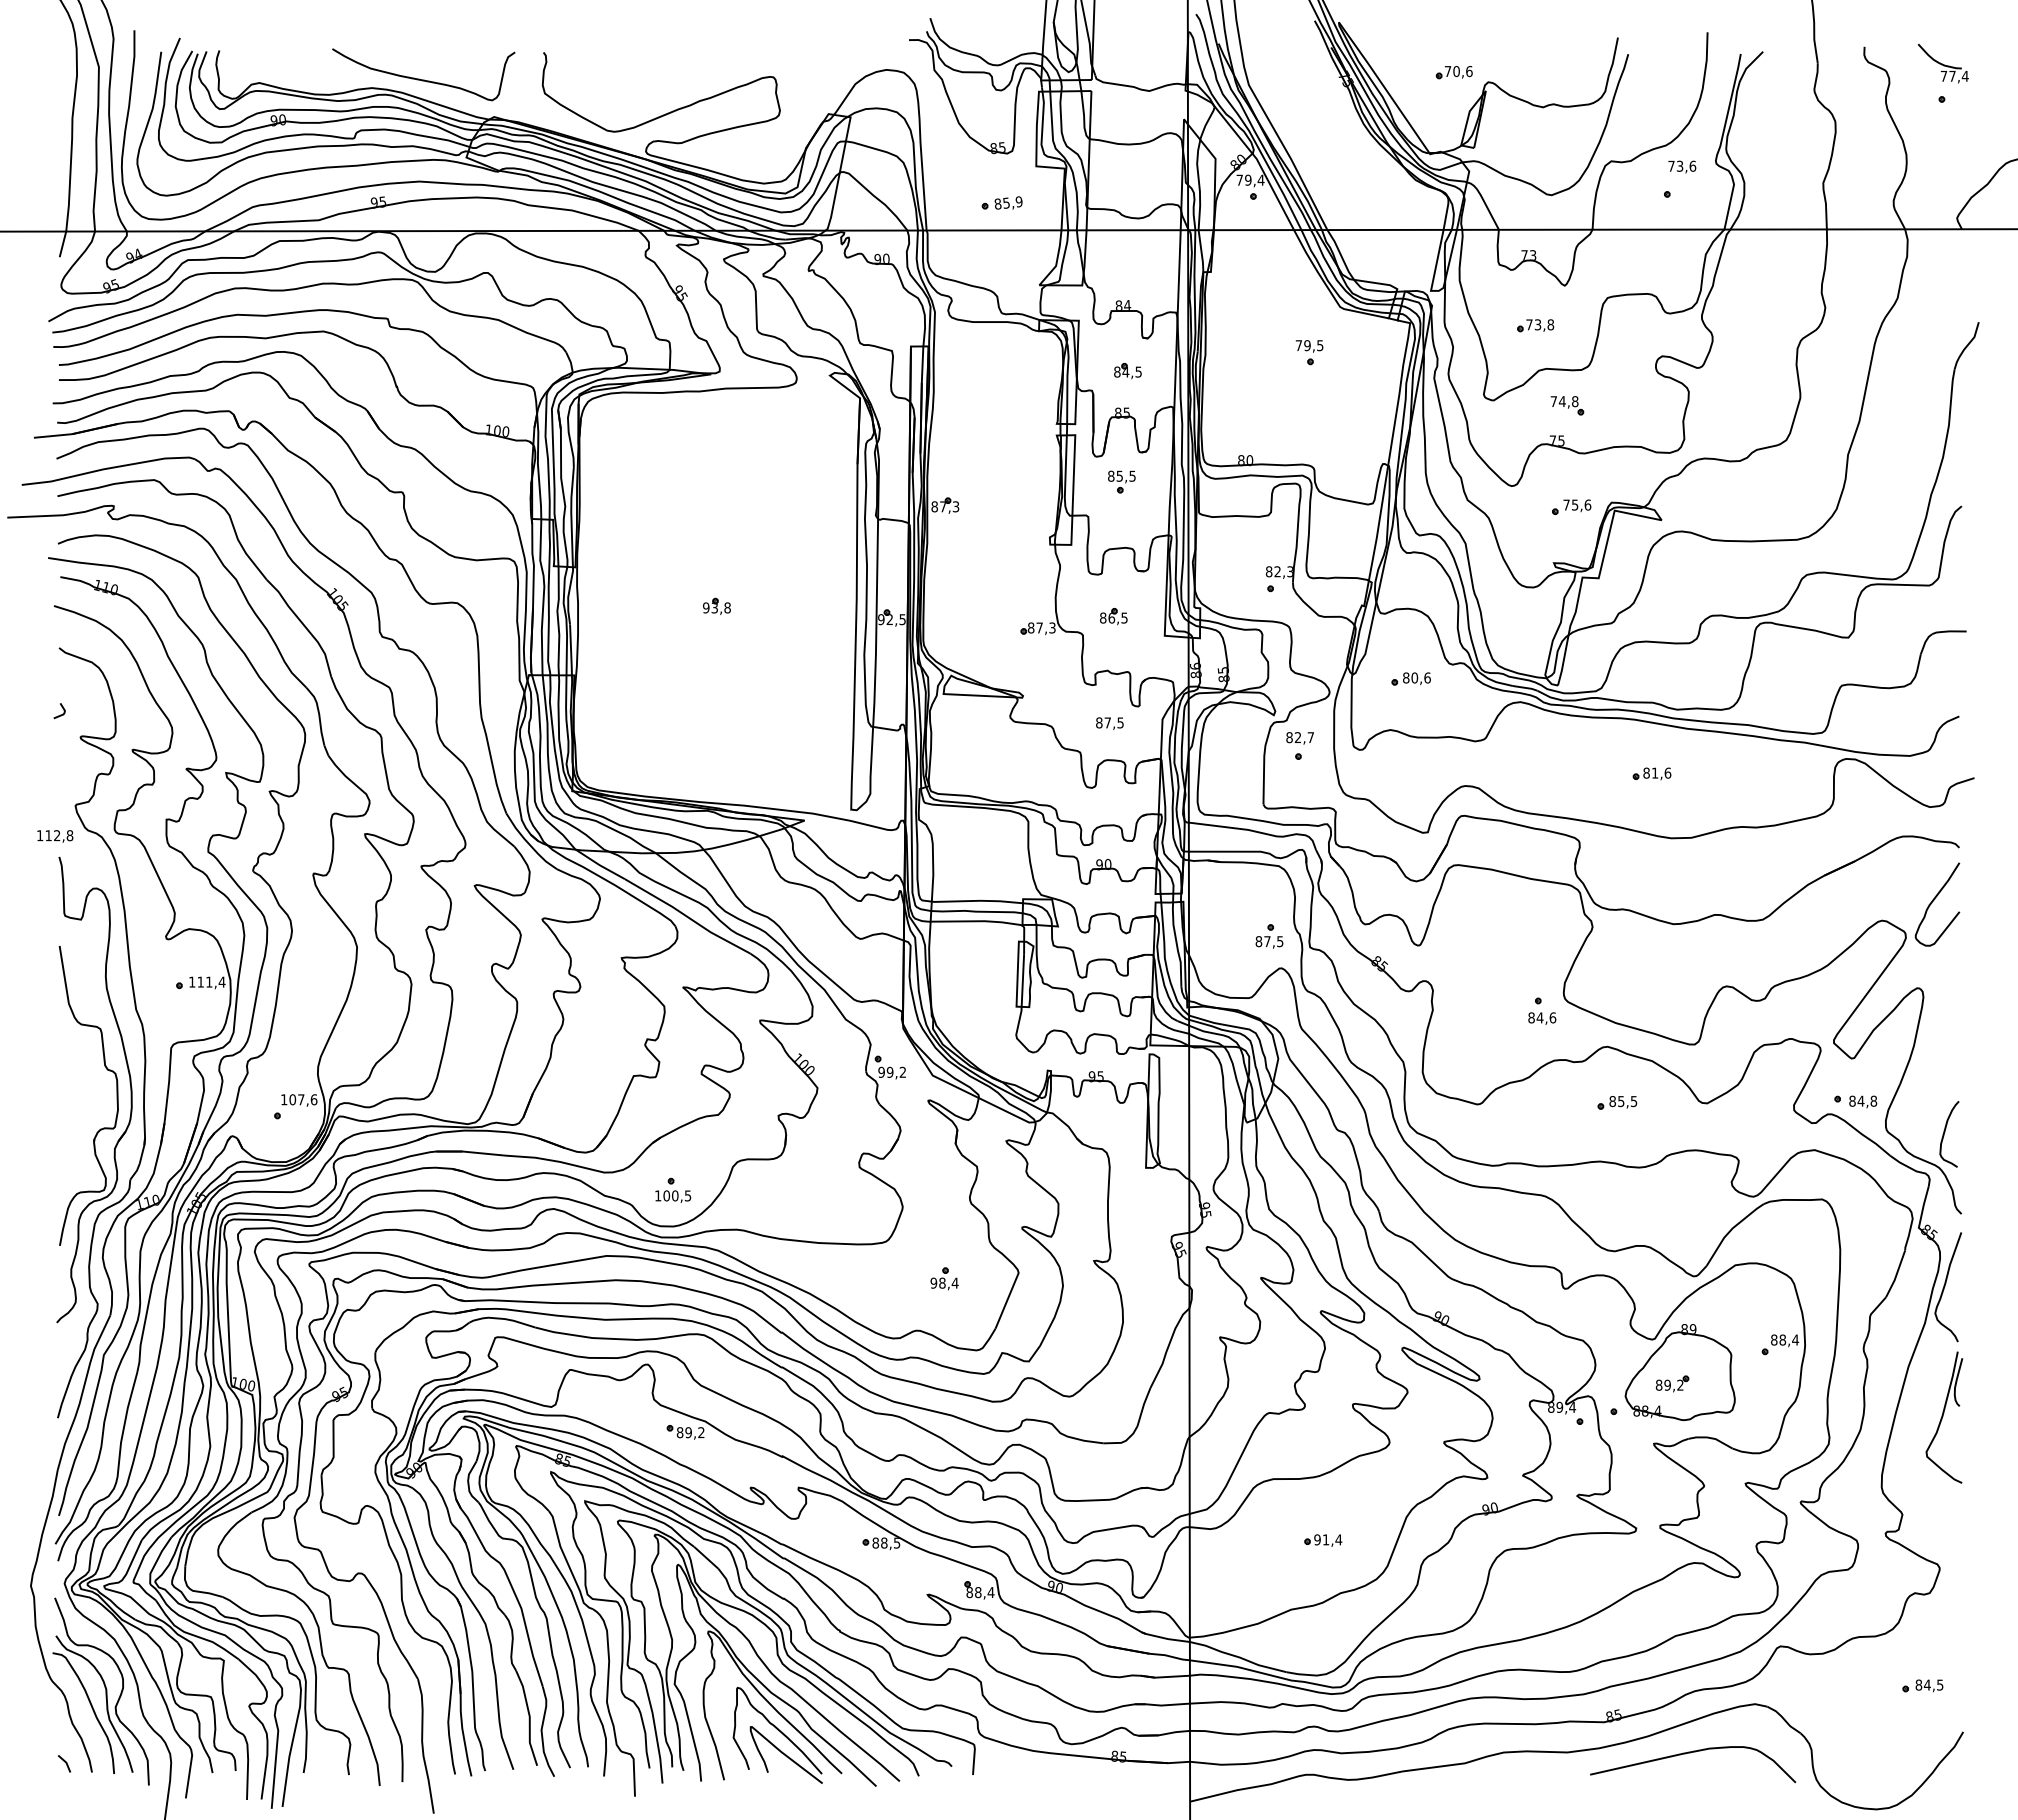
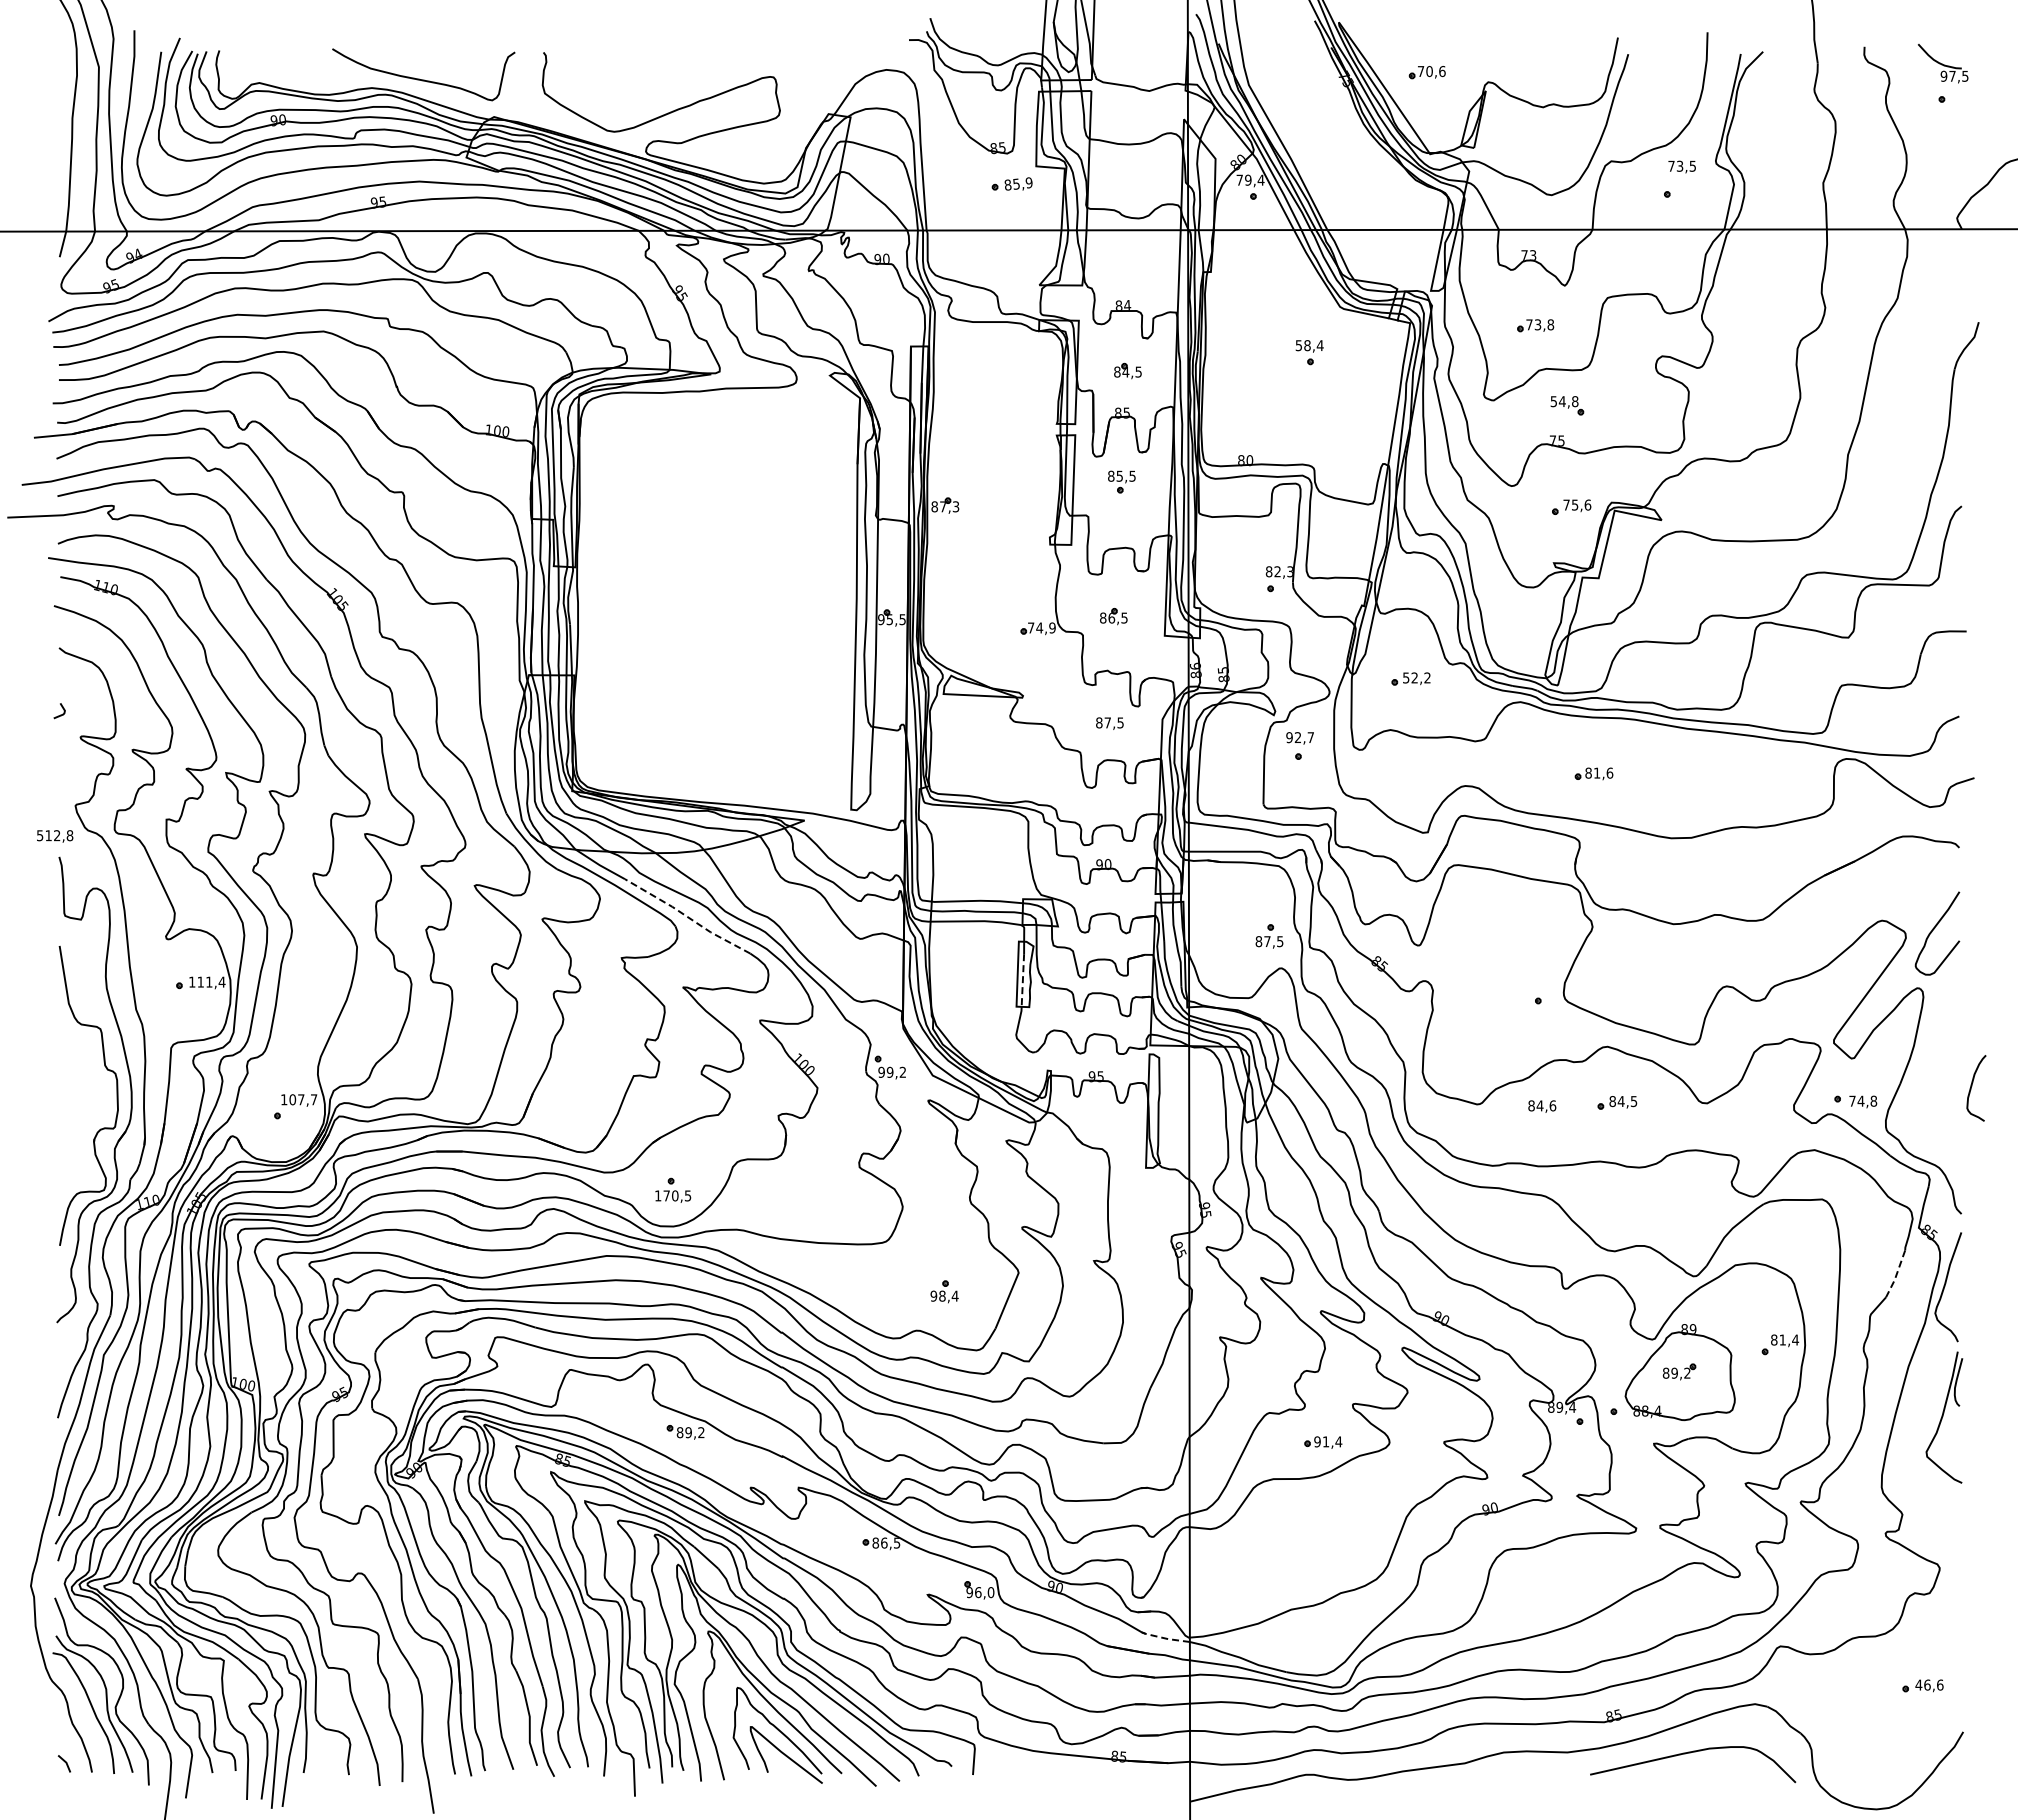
part at (1453, 72) position: (1453, 72) -> (1426, 72)
text at (1954, 75): 77,4 -> 97,5
text at (1692, 165): 73,6 -> 73,5
part at (1001, 202) position: (1001, 202) -> (1011, 183)
text at (1309, 345): 79,5 -> 58,4
text at (1553, 401): 74,8 -> 54,8
part at (716, 605): present -> none
text at (889, 619): 92,5 -> 95,5
text at (1041, 627): 87,3 -> 74,9
text at (1416, 677): 80,6 -> 52,2
text at (1289, 737): 82,7 -> 92,7
part at (1651, 773) position: (1651, 773) -> (1593, 773)
text at (40, 835): 112,8 -> 512,8
curve at (1934, 900) position: (1934, 900) -> (1934, 929)
line at (687, 916): solid -> dashed
line at (1022, 981): solid -> dashed
text at (1542, 1018) position: (1542, 1018) -> (1542, 1106)
text at (313, 1099): 107,6 -> 107,7
text at (1852, 1100): 84,8 -> 74,8
text at (1620, 1101): 85,5 -> 84,5
curve at (1945, 1132) position: (1945, 1132) -> (1972, 1086)
text at (666, 1195): 100,5 -> 170,5
line at (1896, 1275): solid -> dashed
part at (944, 1278) position: (944, 1278) -> (944, 1291)
text at (1782, 1339): 88,4 -> 81,4
part at (1672, 1383) position: (1672, 1383) -> (1679, 1371)
part at (1323, 1540) position: (1323, 1540) -> (1323, 1442)
text at (884, 1542): 88,5 -> 86,5
text at (980, 1592): 88,4 -> 96,0
line at (1165, 1638): solid -> dashed
text at (1929, 1684): 84,5 -> 46,6
